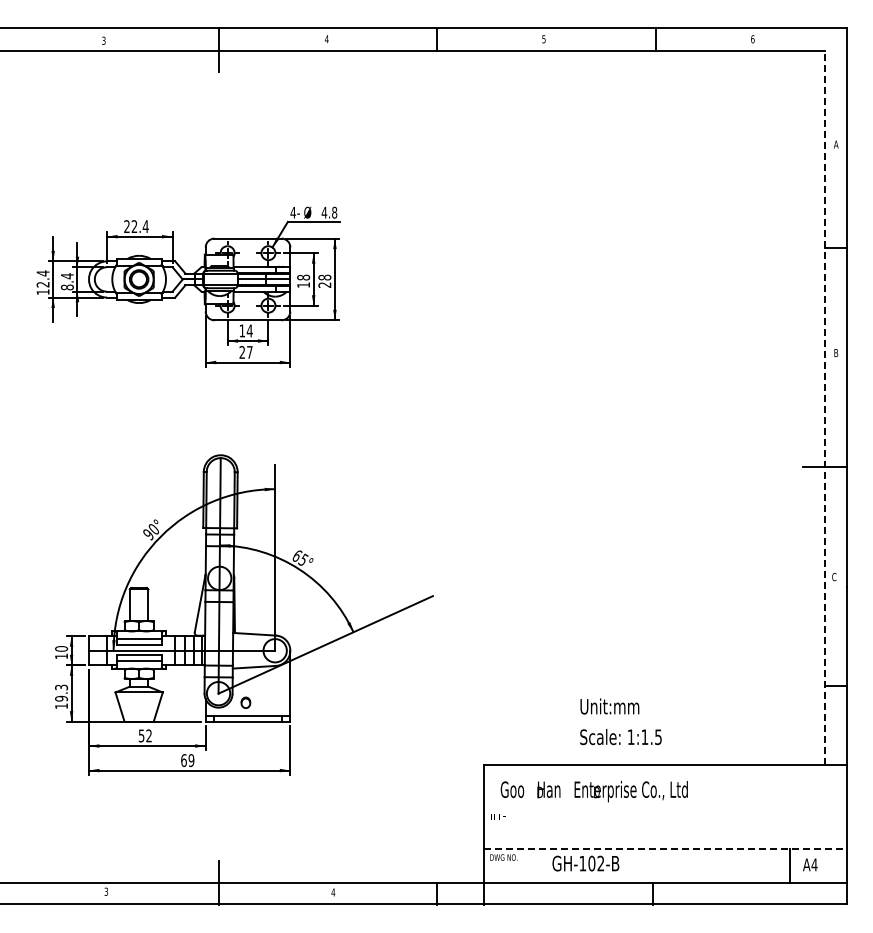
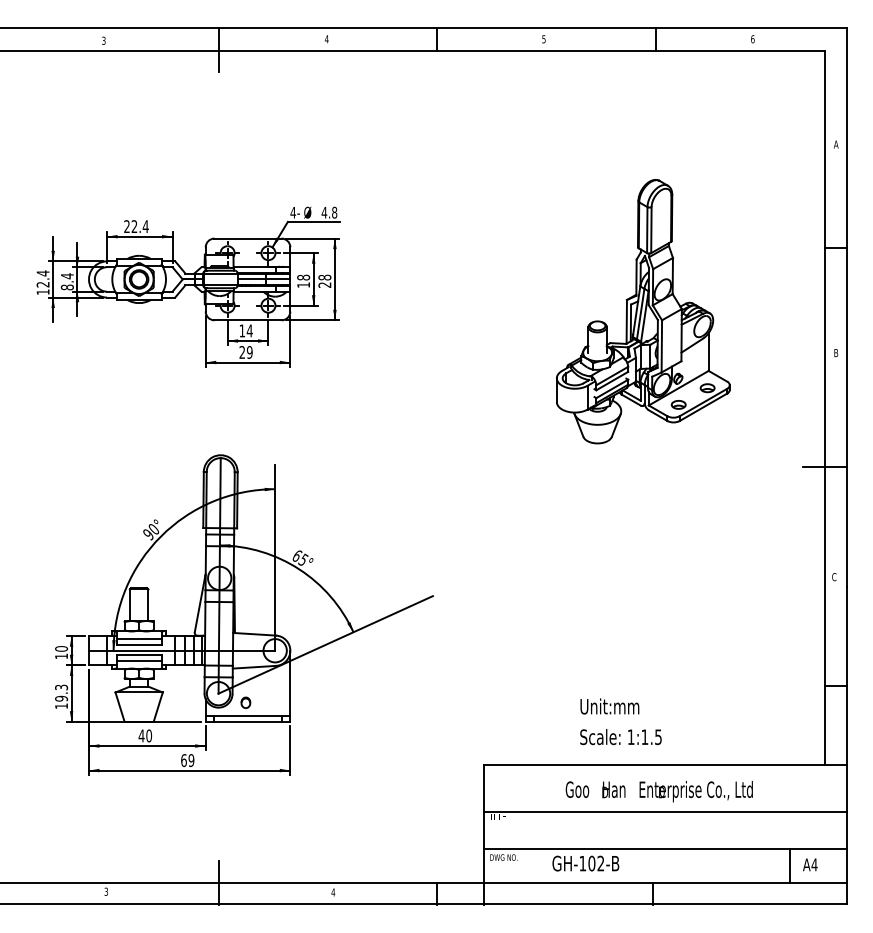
part at (643, 311): none -> present
text at (249, 352): 27 -> 29
line at (824, 407): dashed -> solid
text at (145, 735): 52 -> 40
text at (593, 791) position: (593, 791) -> (658, 791)
line at (665, 811): none -> present
line at (666, 849): dashed -> solid
